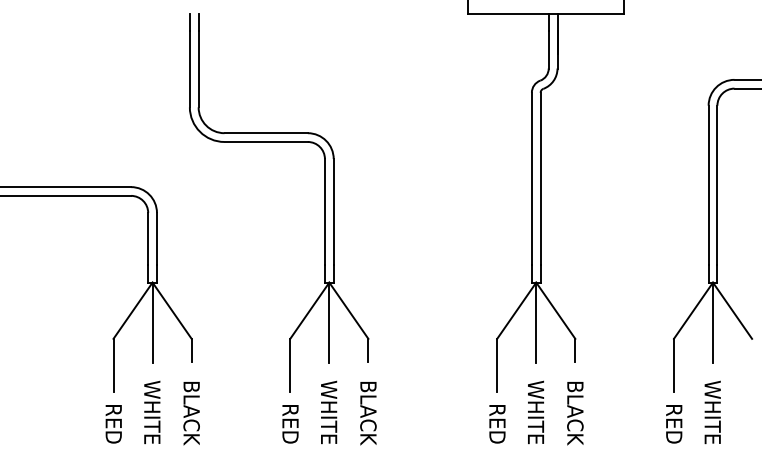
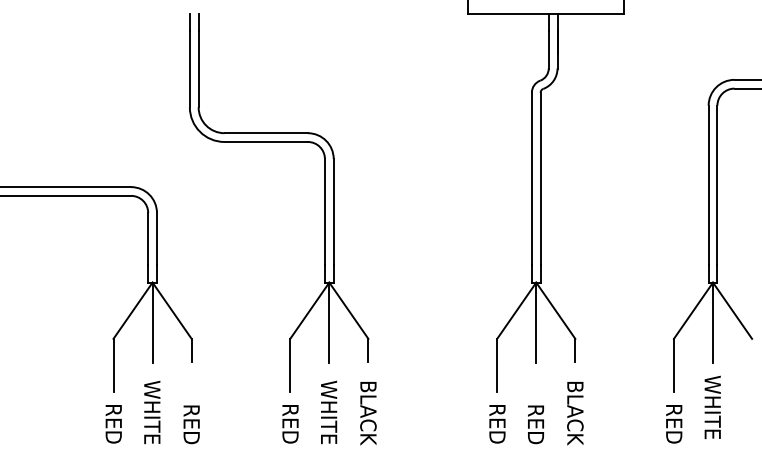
text at (536, 412): WHITE -> RED
text at (712, 412) position: (712, 412) -> (712, 407)
text at (191, 413): BLACK -> RED
